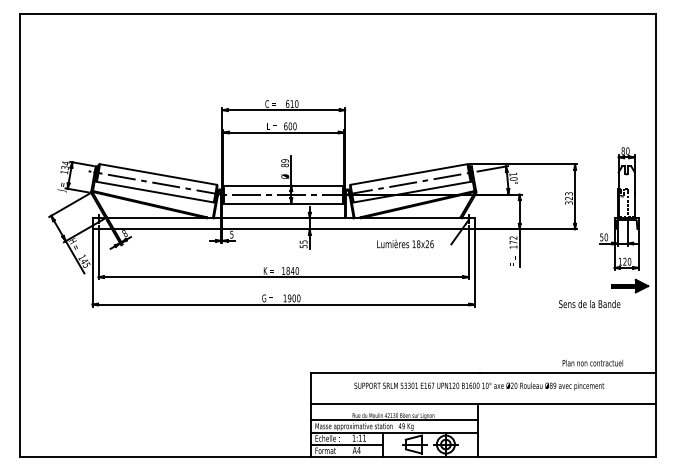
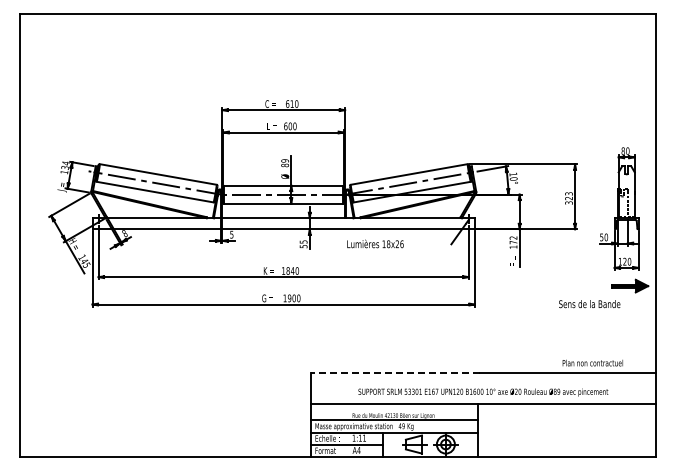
text at (405, 243) position: (405, 243) -> (375, 243)
line at (394, 372): solid -> dashed
text at (479, 386) position: (479, 386) -> (483, 392)
